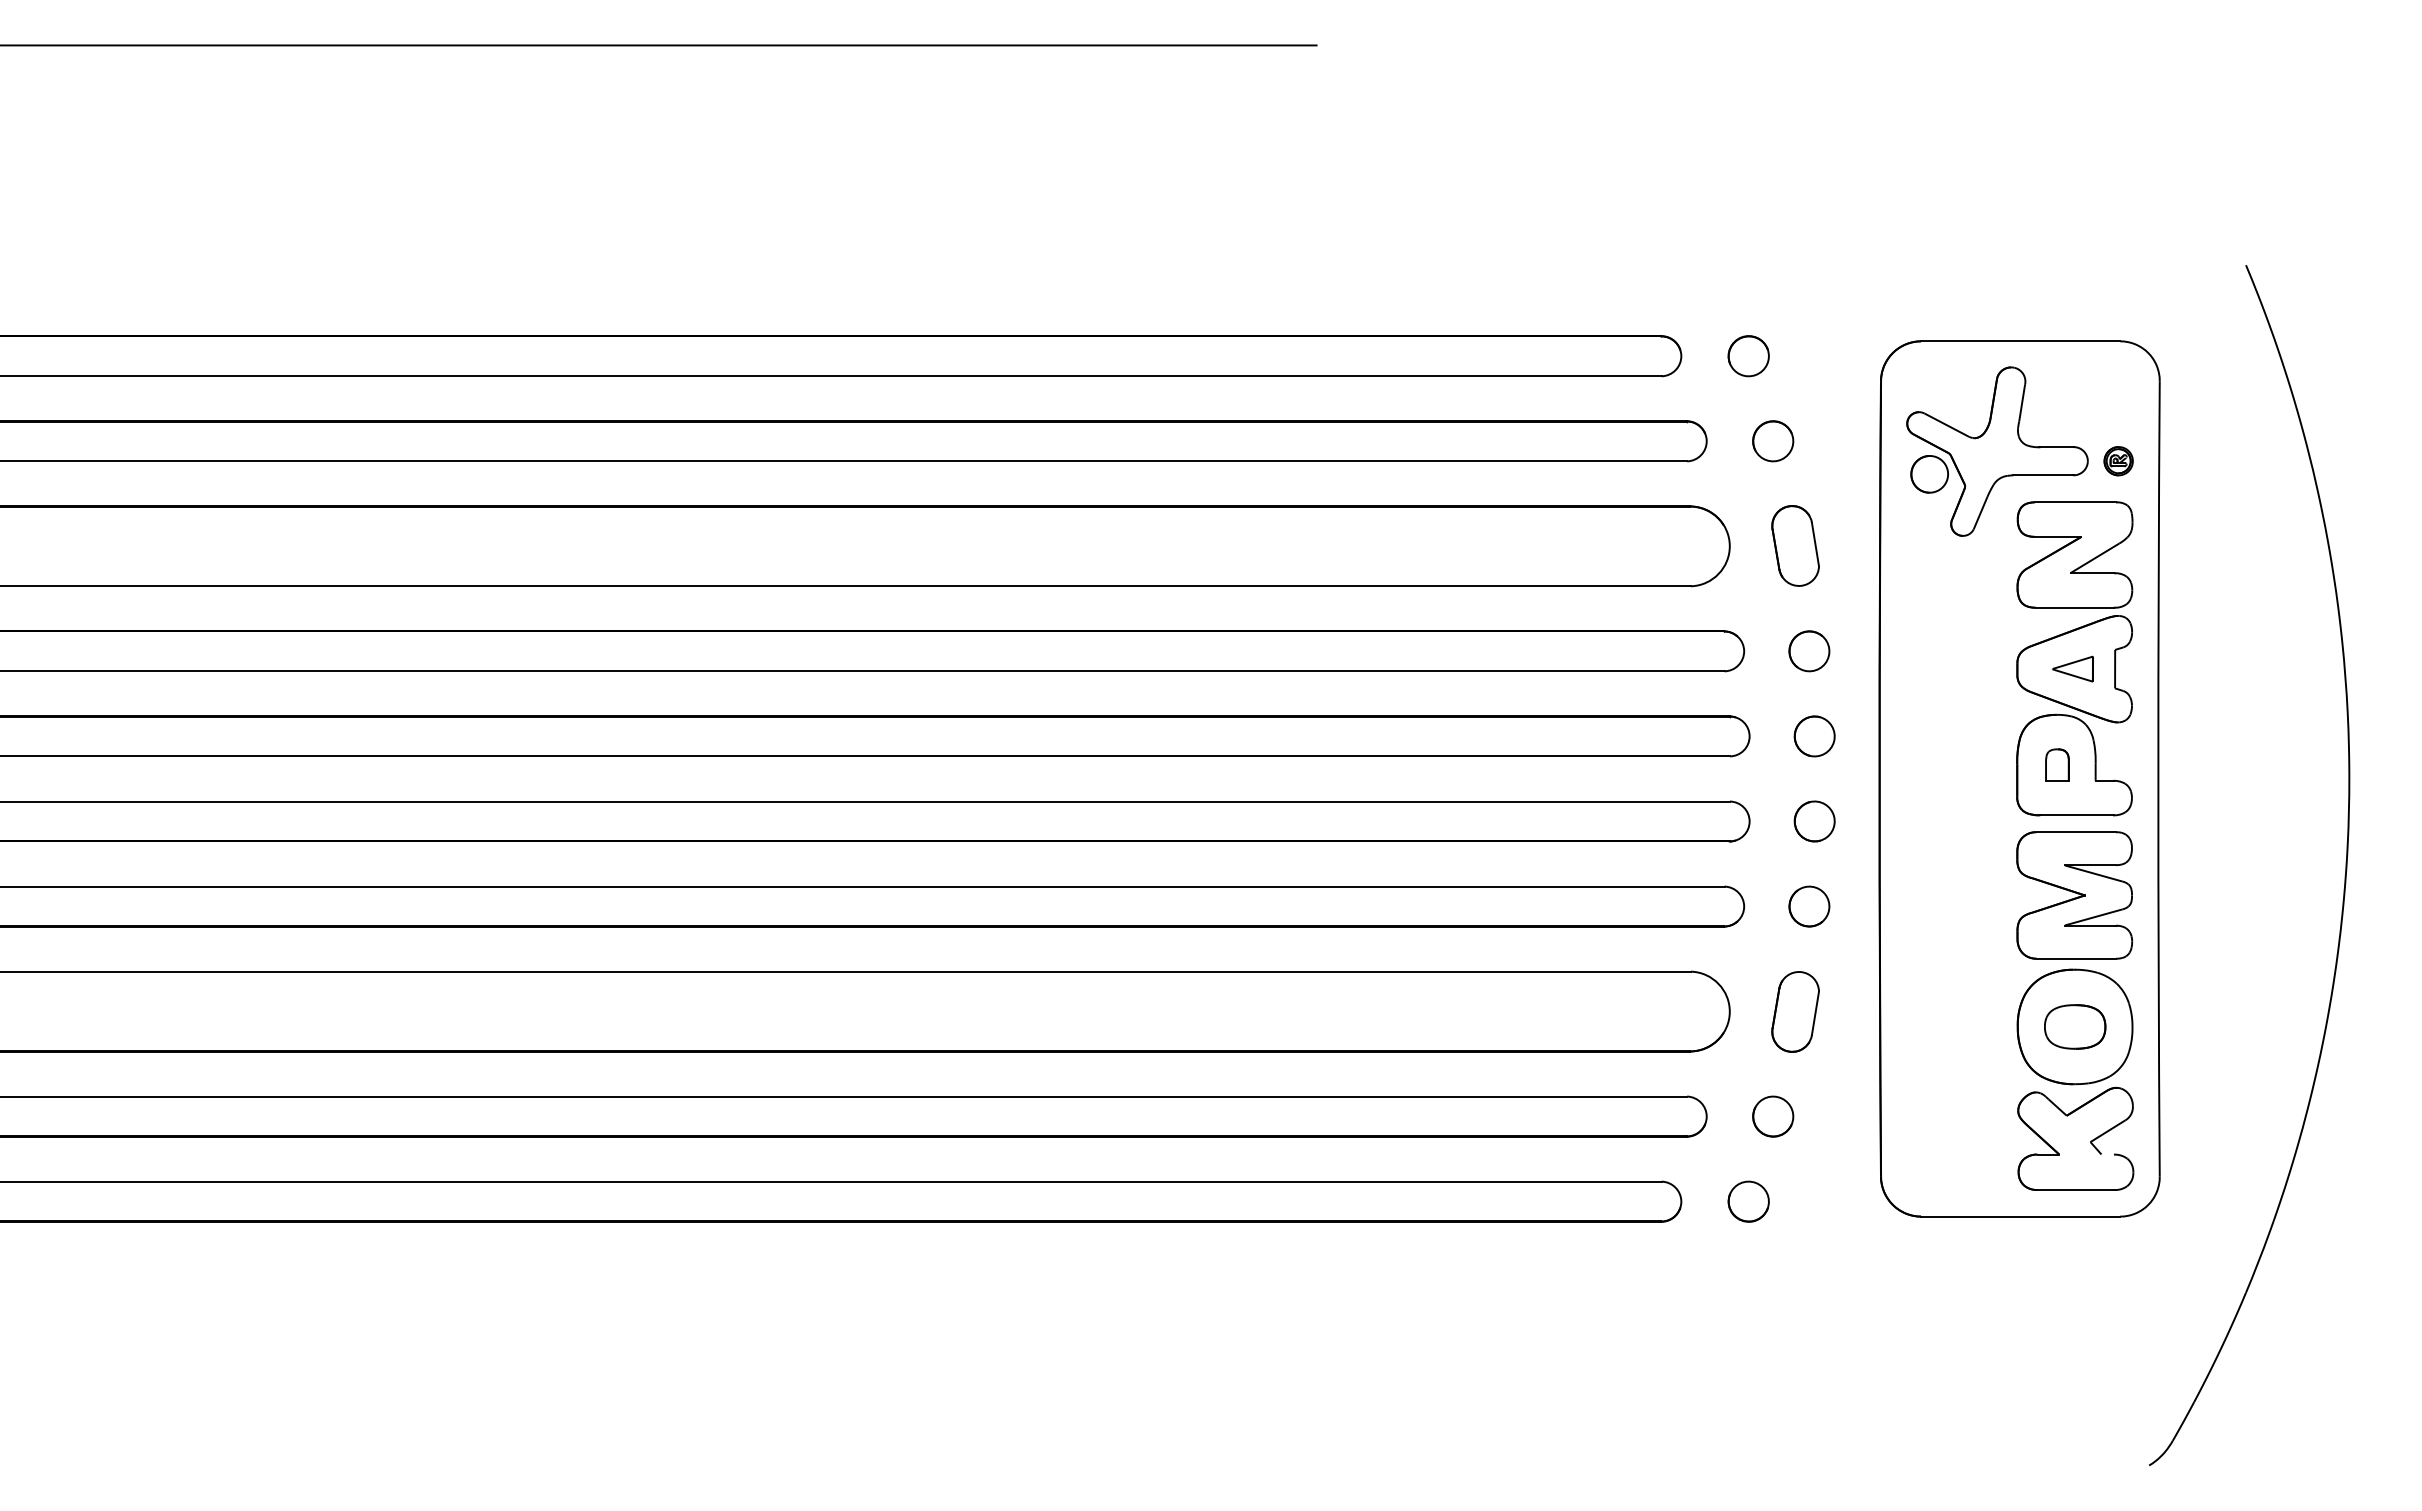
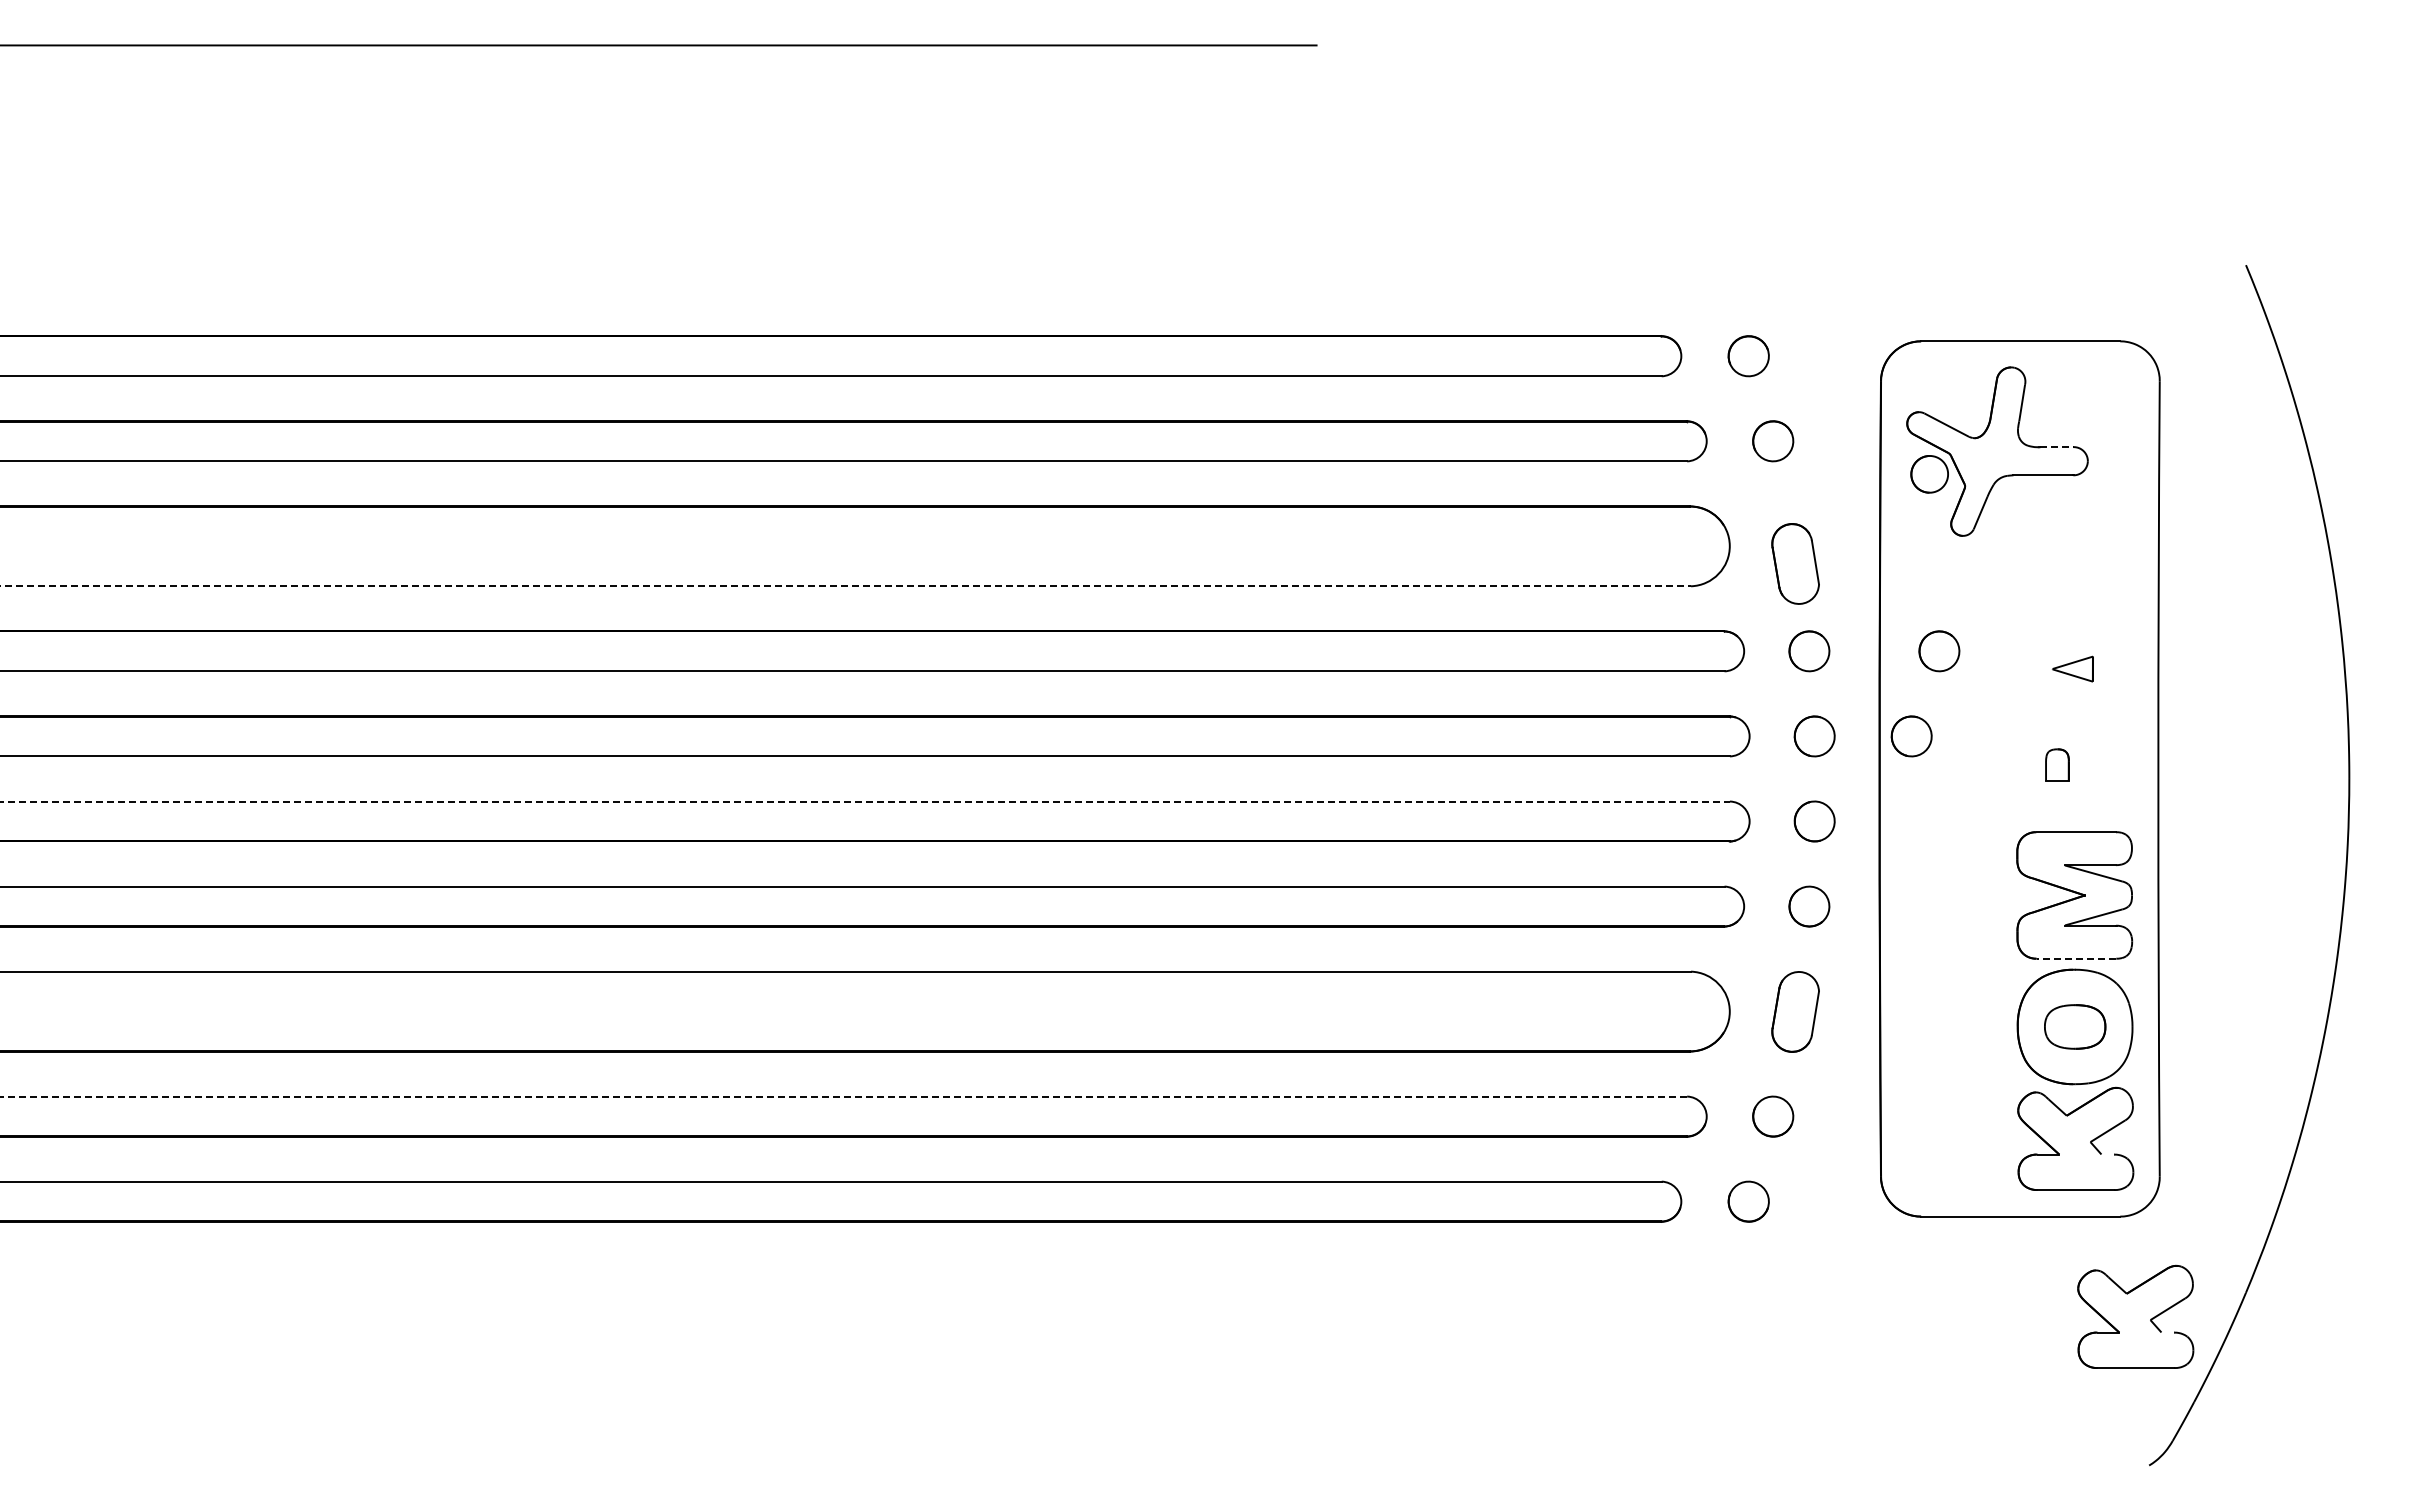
line at (2057, 447): solid -> dashed
part at (2118, 461): present -> none
part at (1795, 545) position: (1795, 545) -> (1795, 563)
line at (846, 586): solid -> dashed
part at (1939, 651): none -> present
part at (2074, 658): present -> none
part at (1911, 736): none -> present
line at (865, 801): solid -> dashed
line at (2076, 958): solid -> dashed
line at (844, 1096): solid -> dashed
part at (2150, 1319): none -> present
